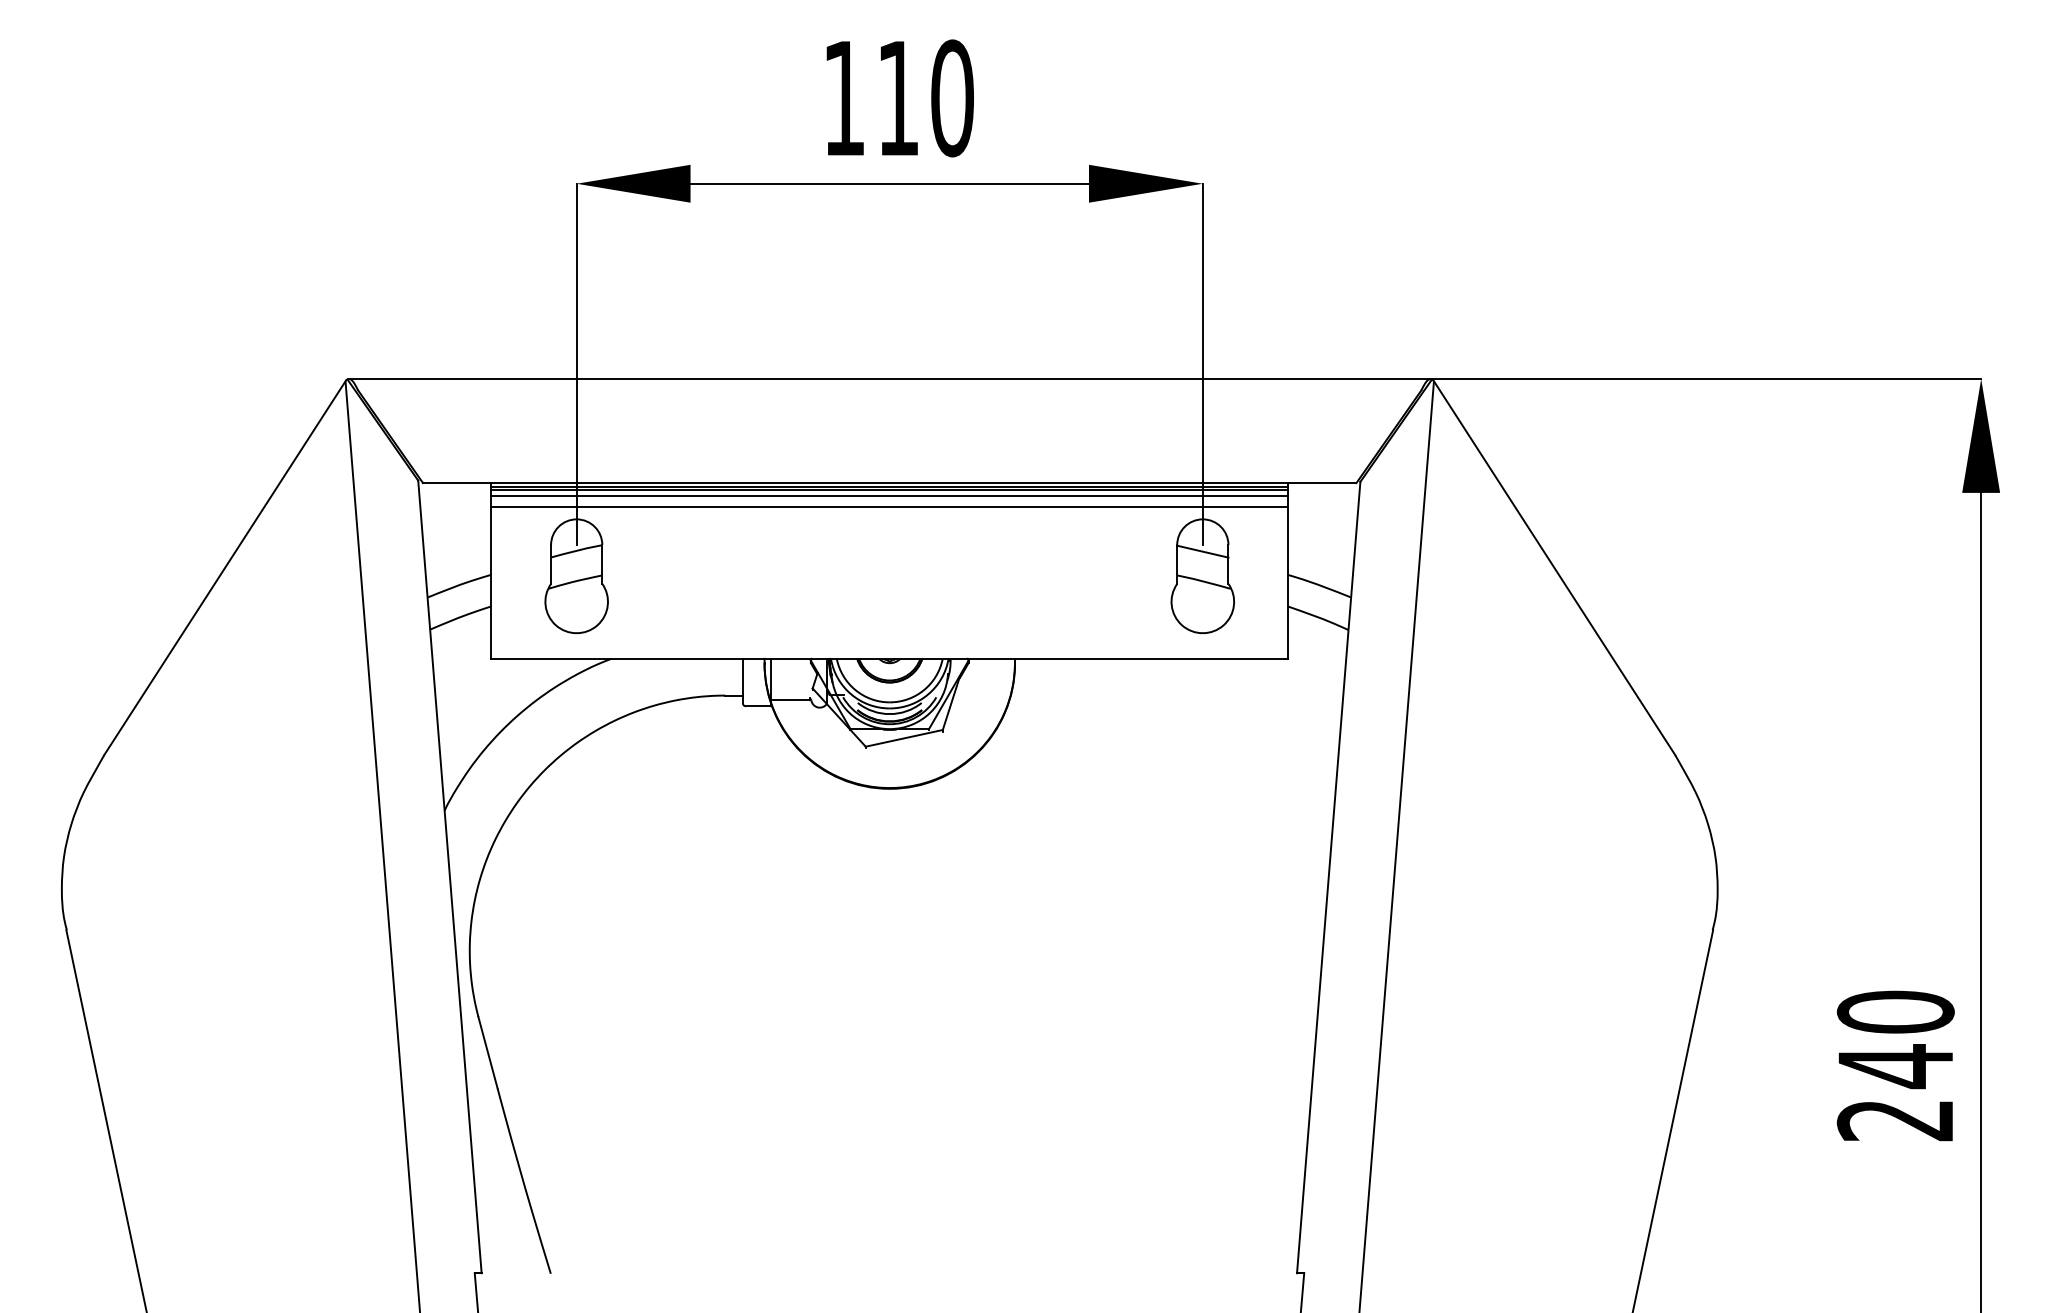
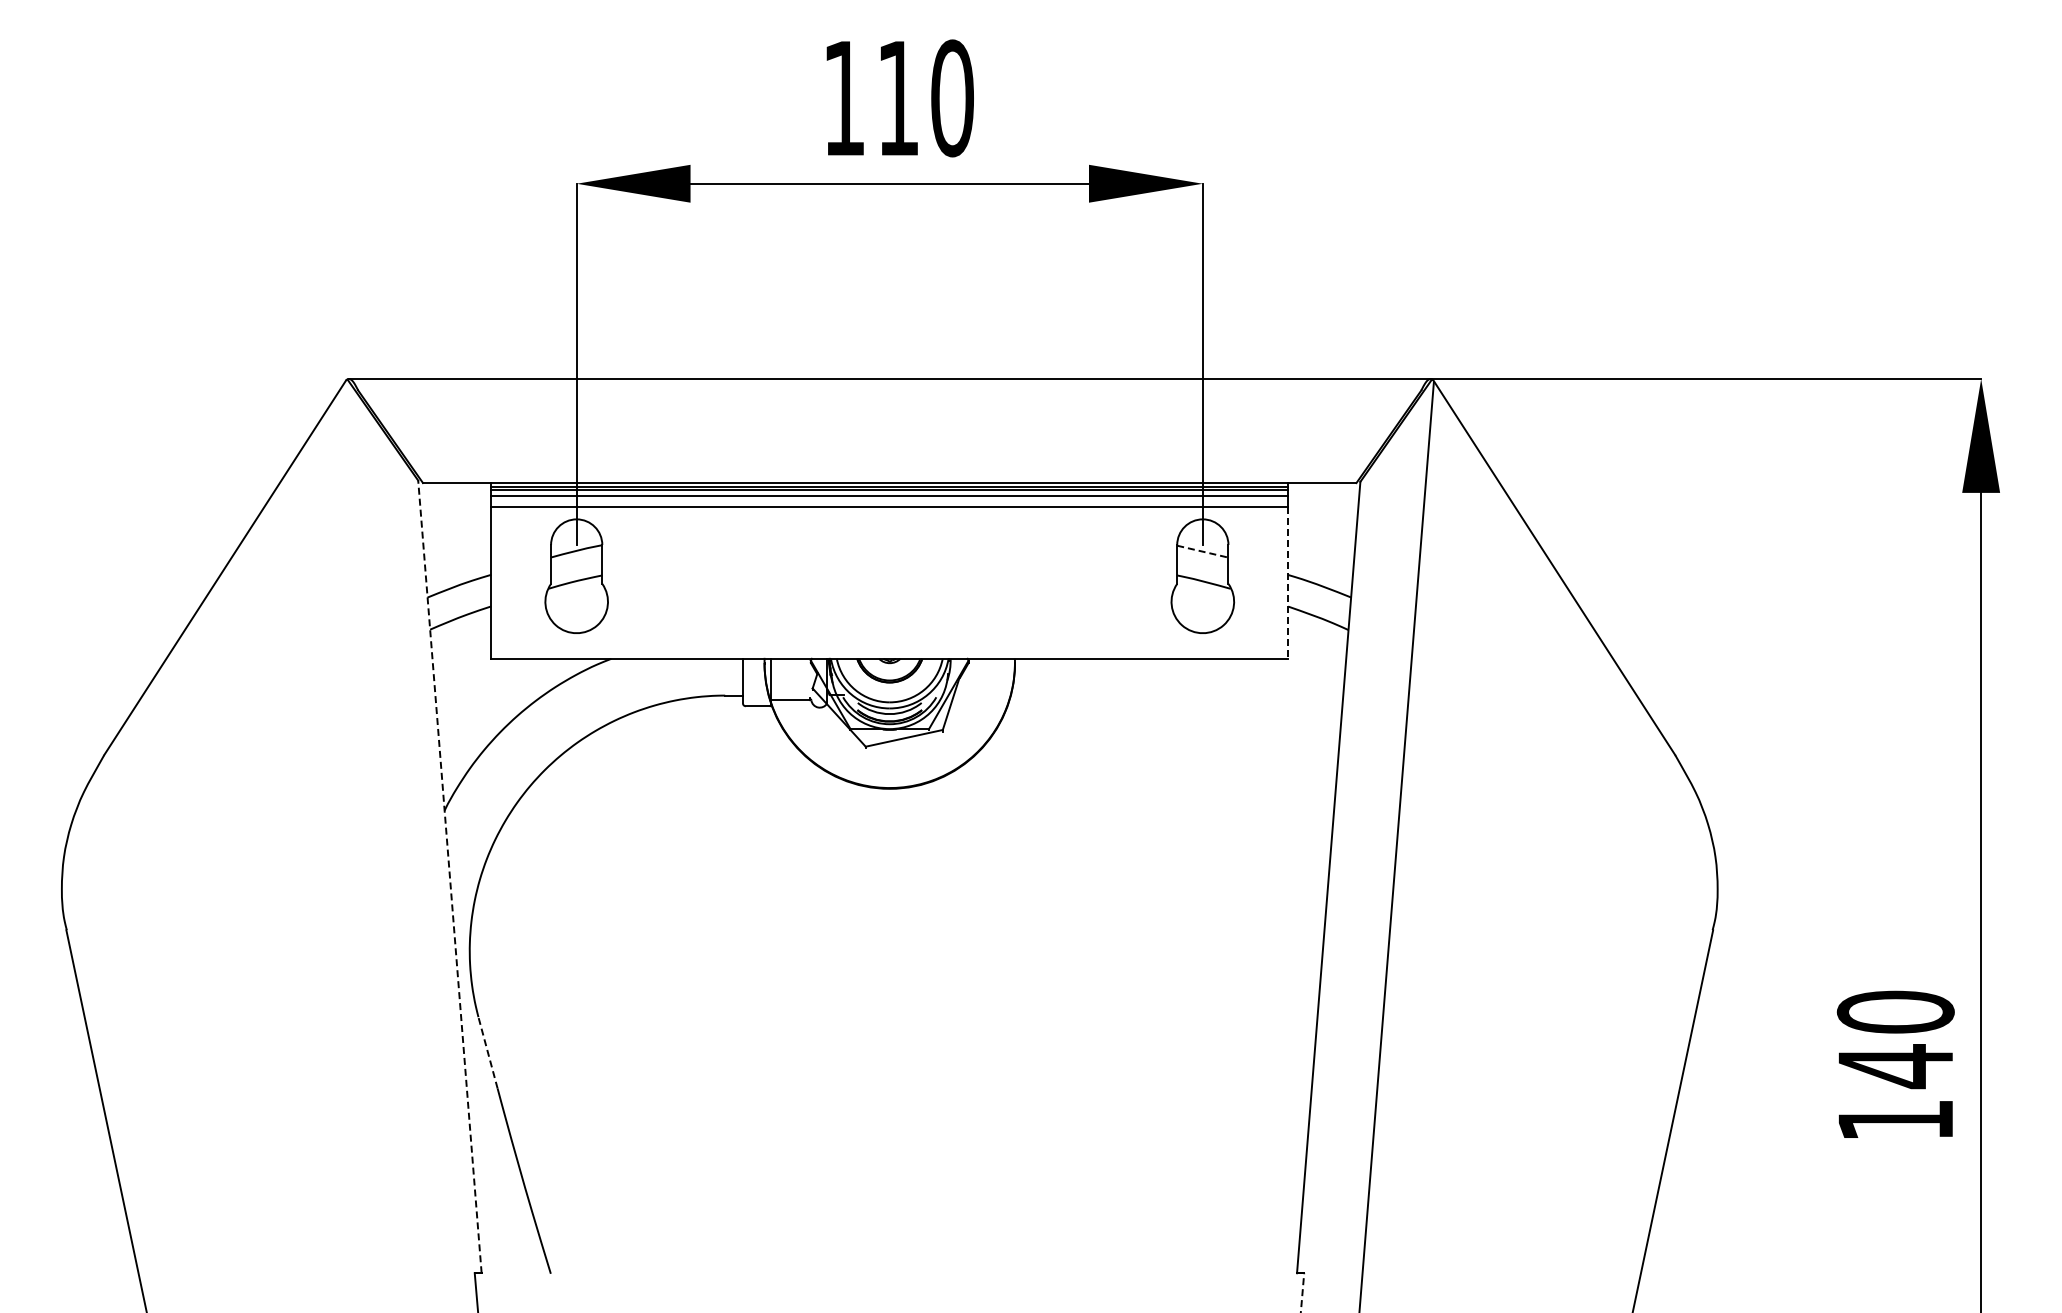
line at (1203, 551): solid -> dashed
line at (1288, 582): solid -> dashed
line at (382, 845): present -> none
line at (449, 876): solid -> dashed
line at (488, 1052): solid -> dashed
text at (1894, 1121): 240 -> 140
line at (1302, 1292): solid -> dashed
